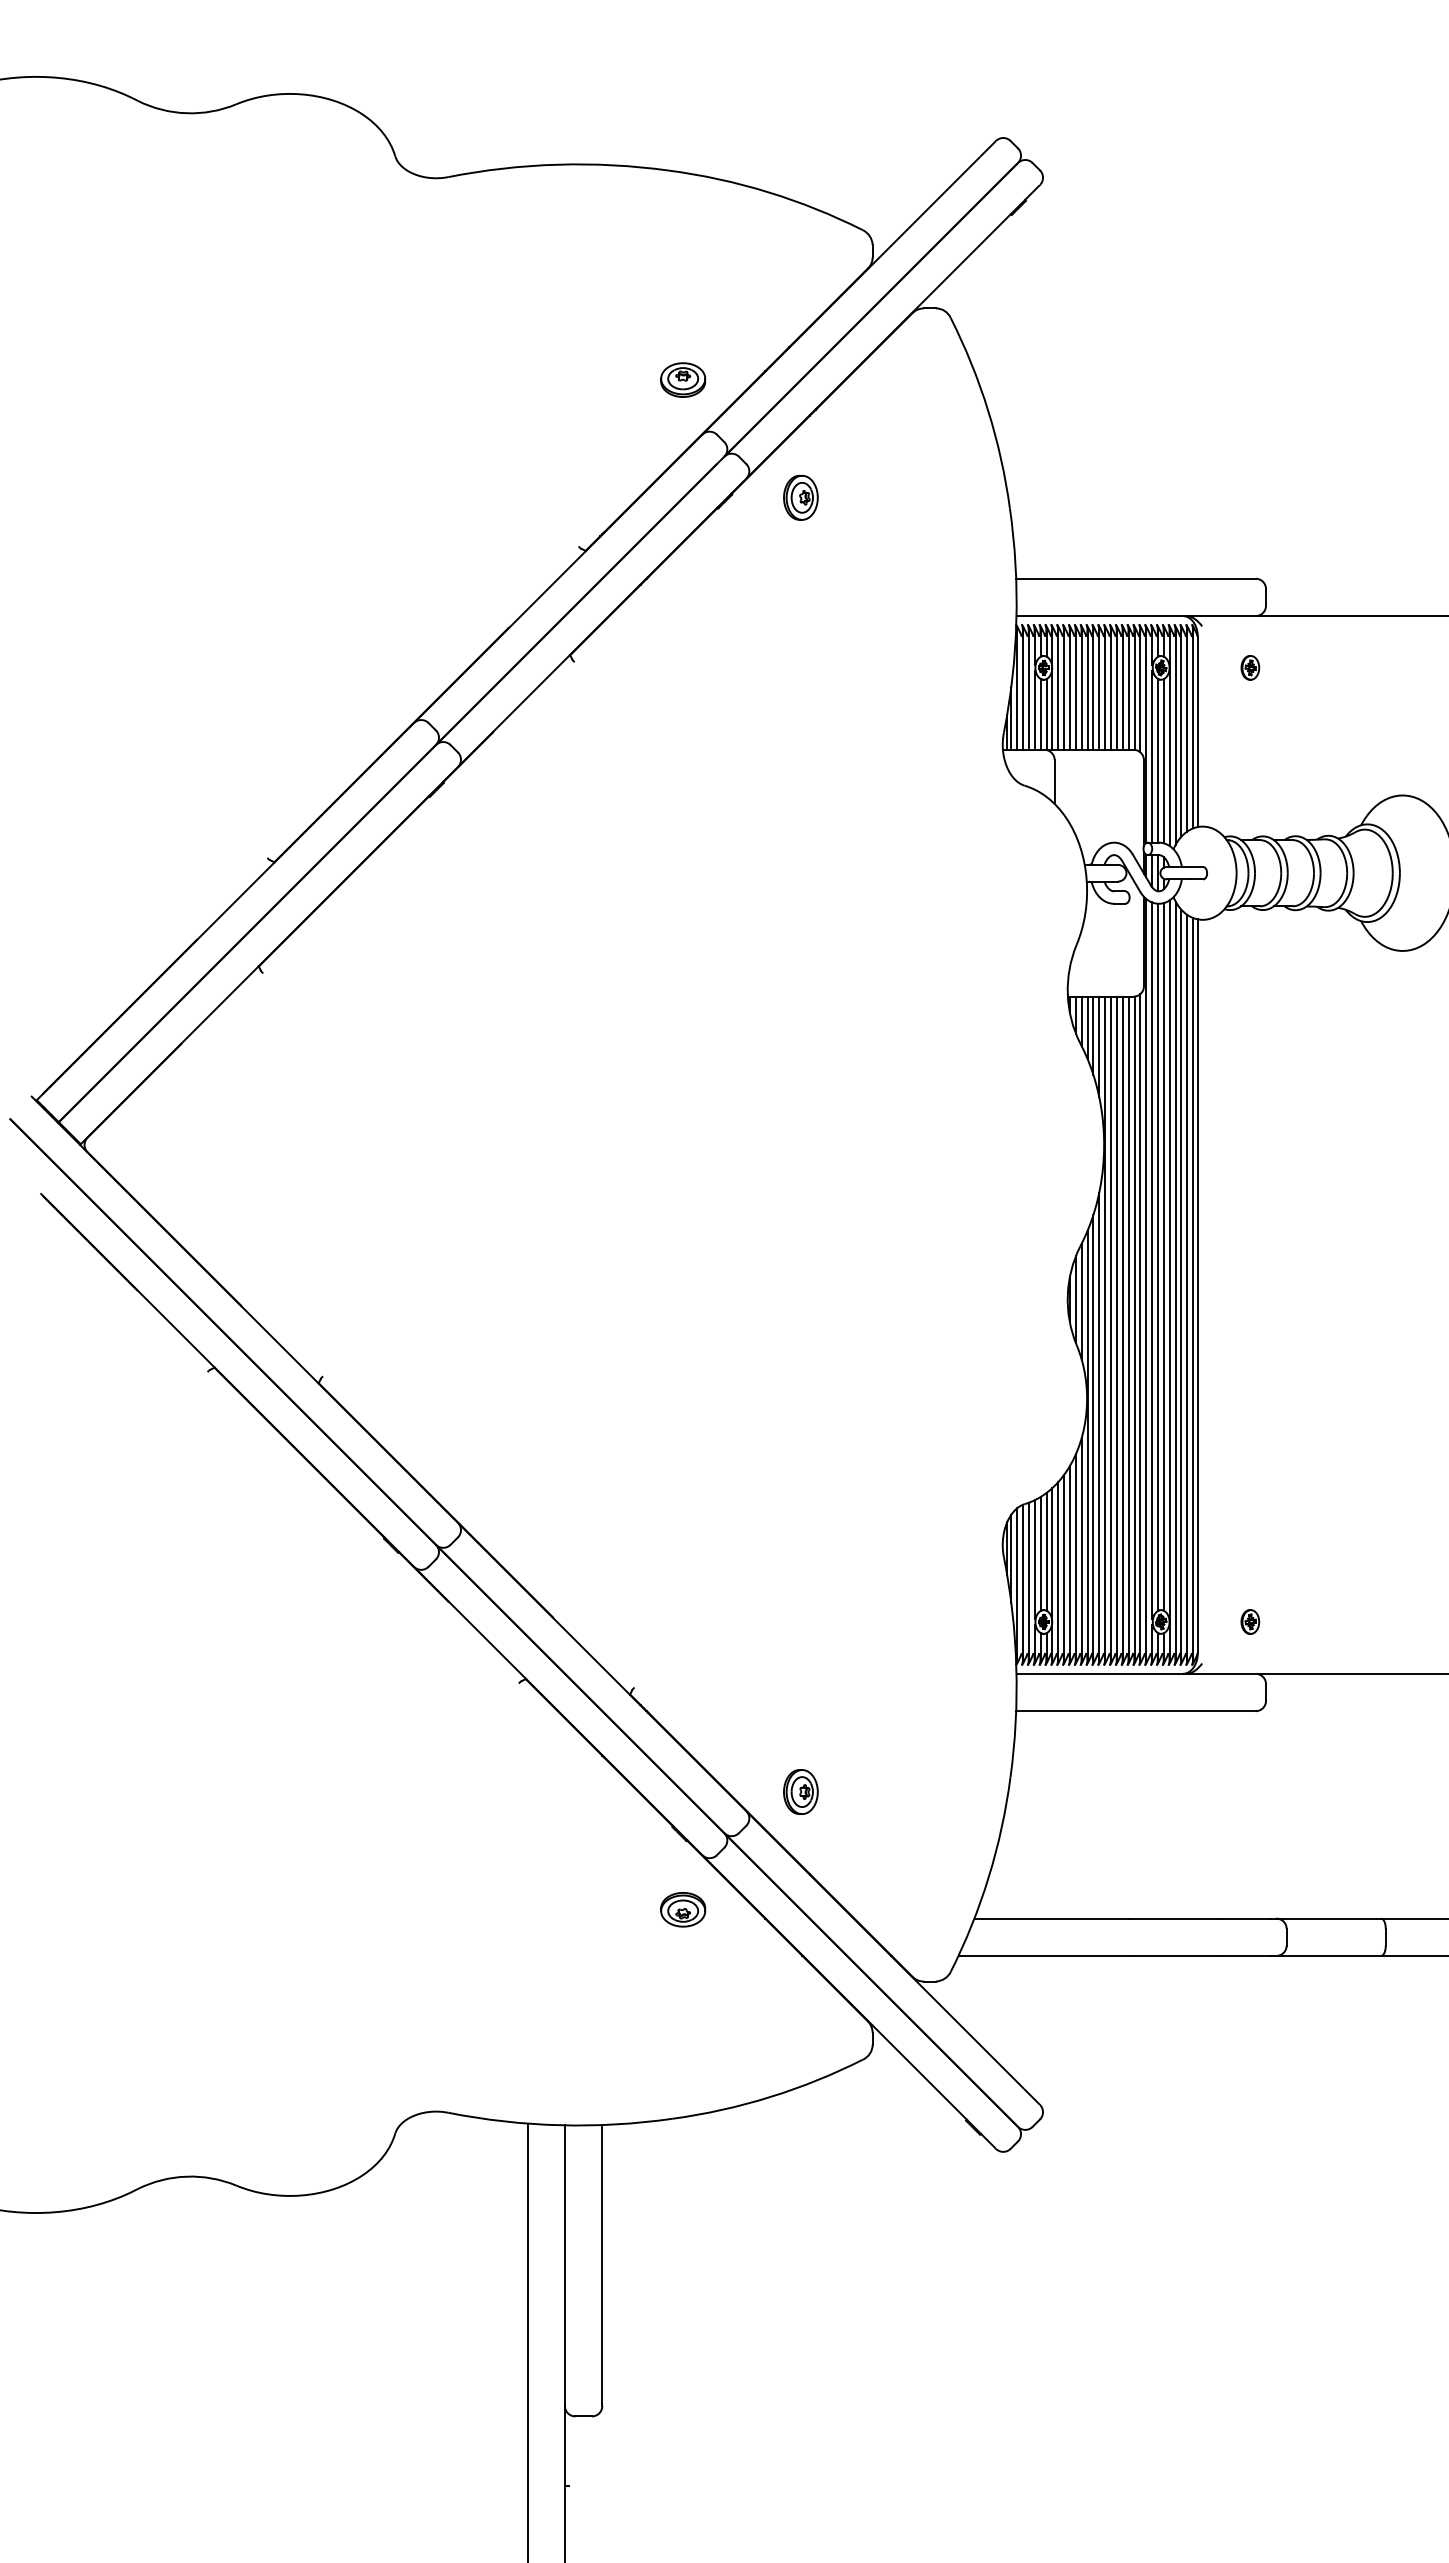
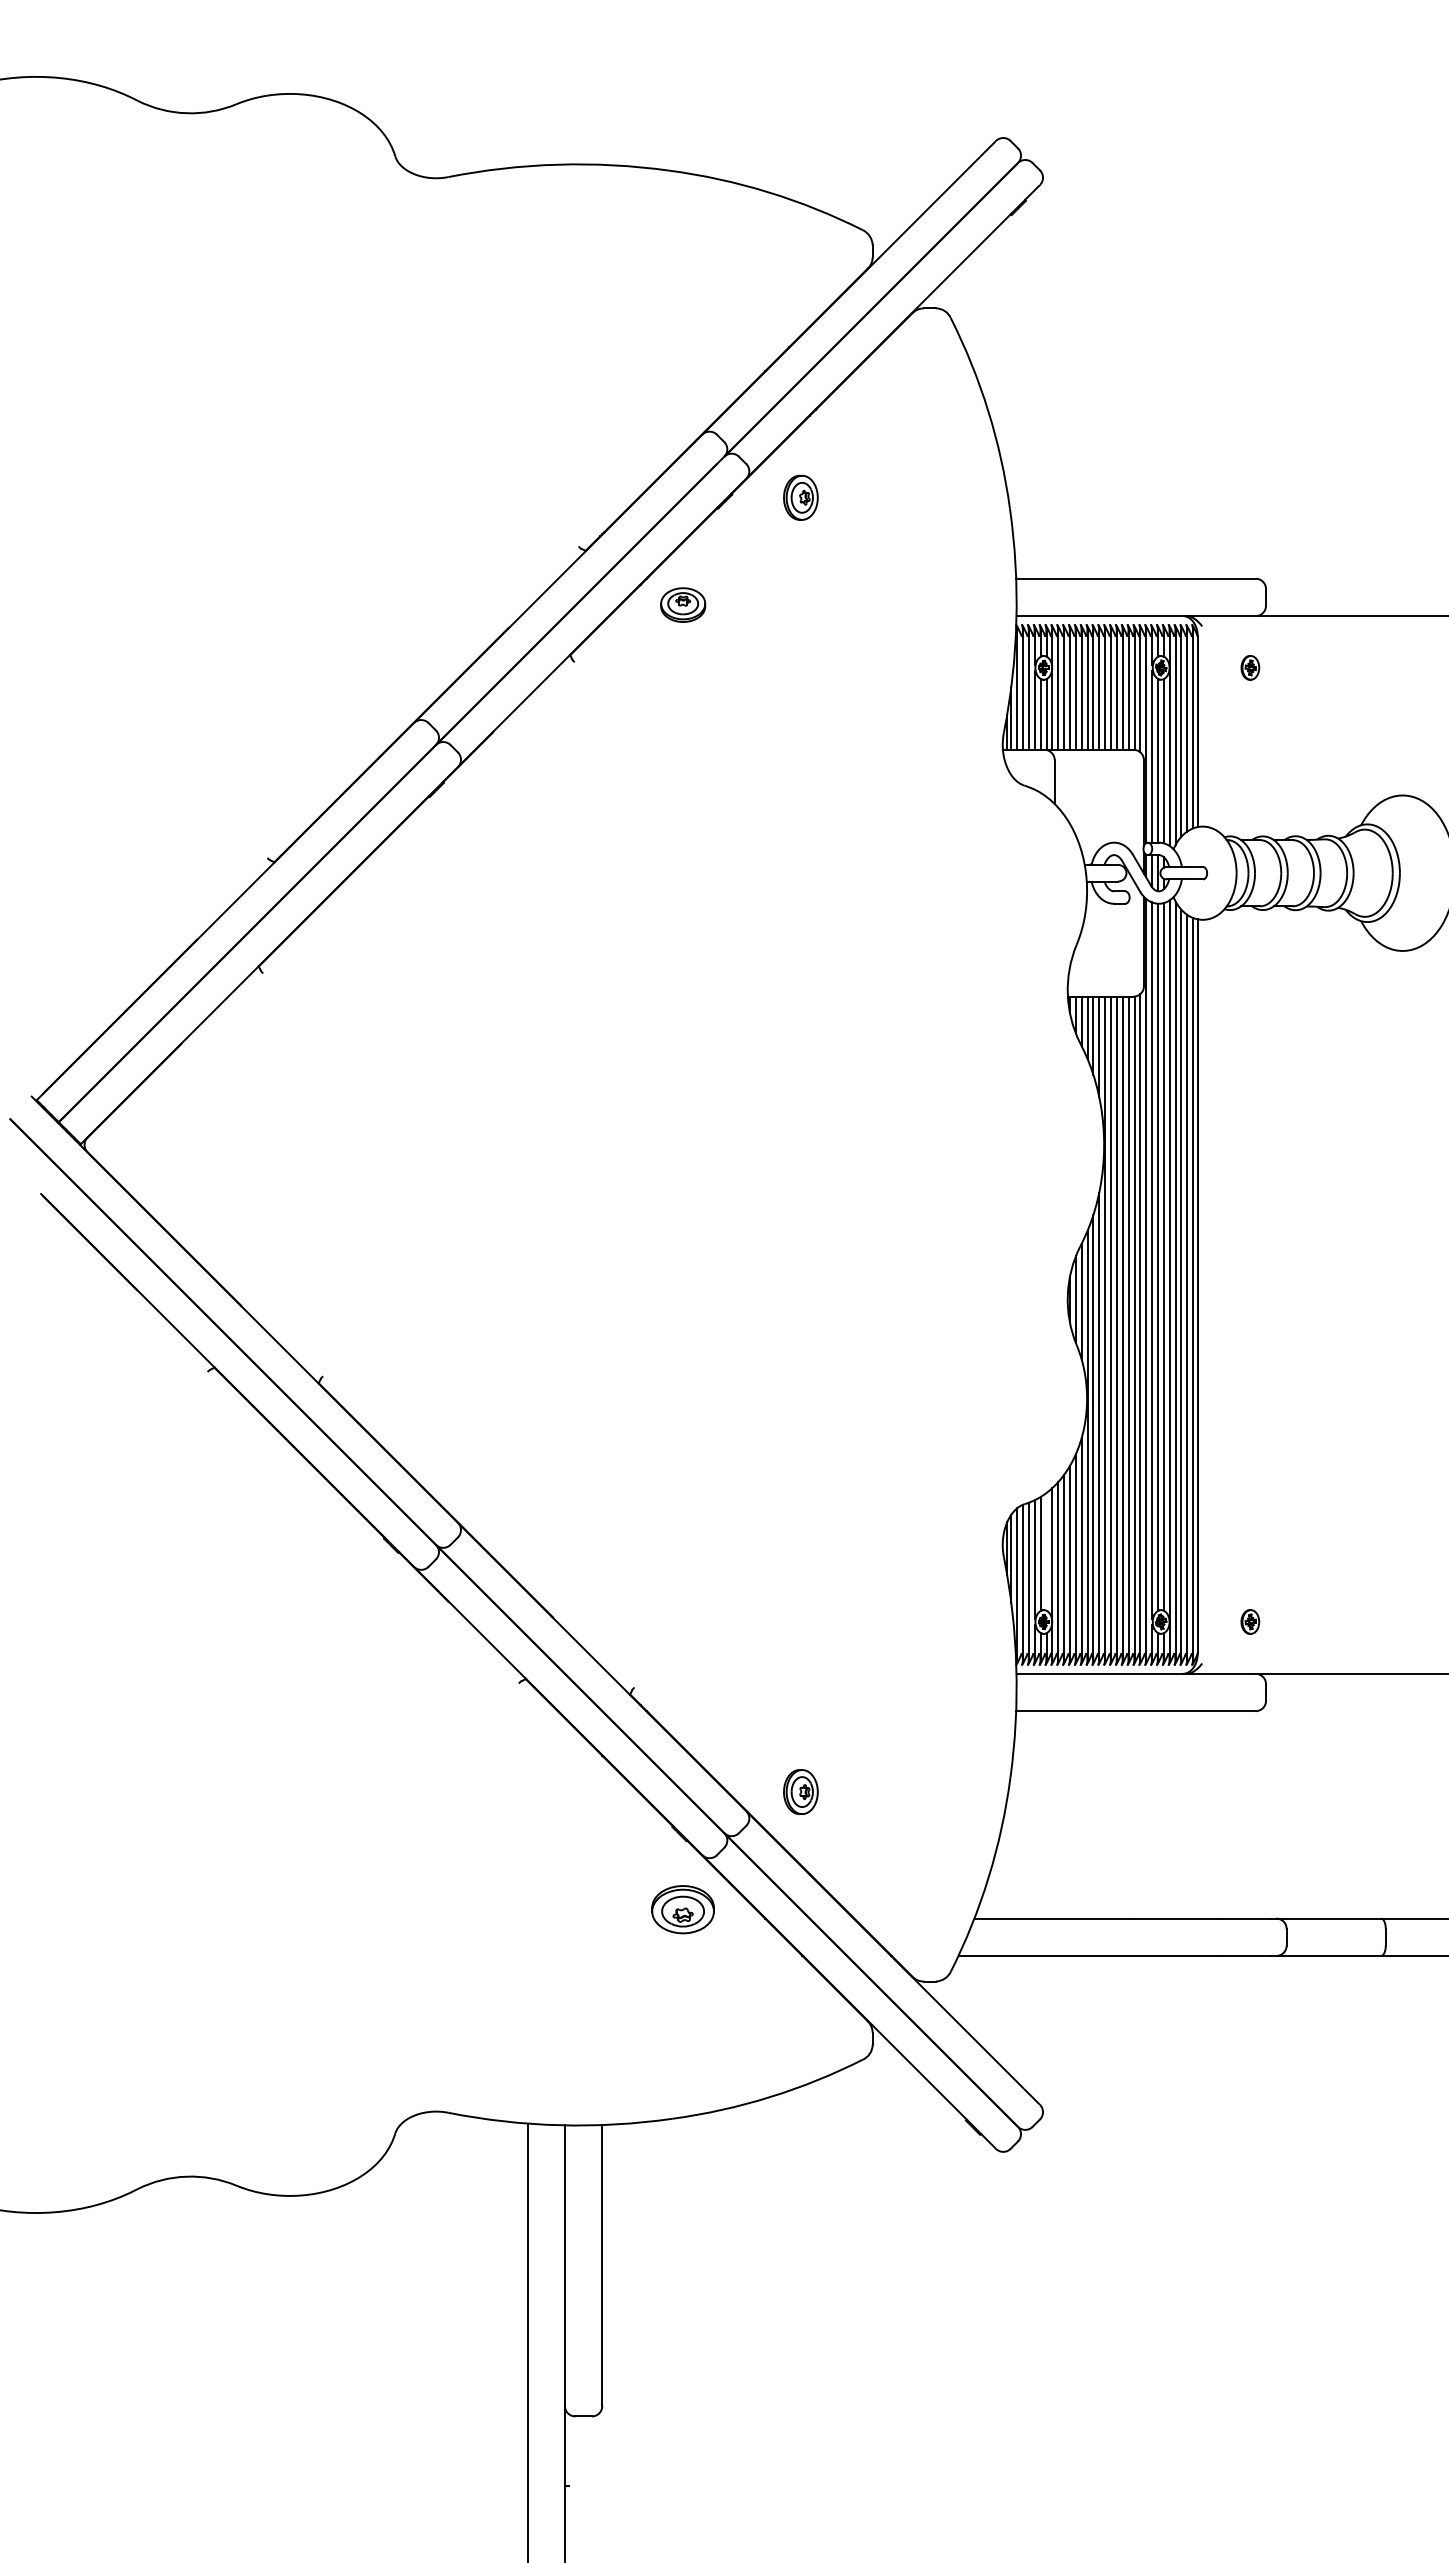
part at (683, 379) position: (683, 379) -> (683, 604)
line at (1046, 1551): present -> none
part at (683, 1909) size: 47x36 px -> 64x50 px
